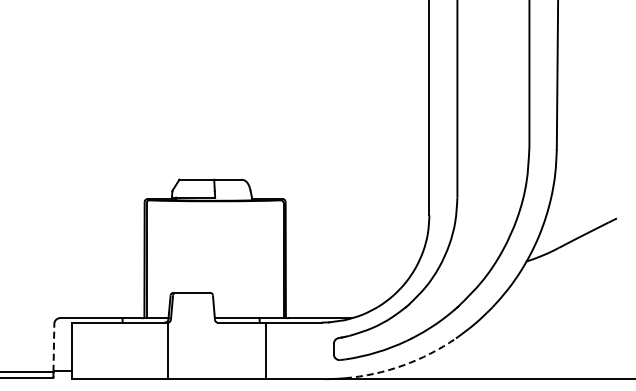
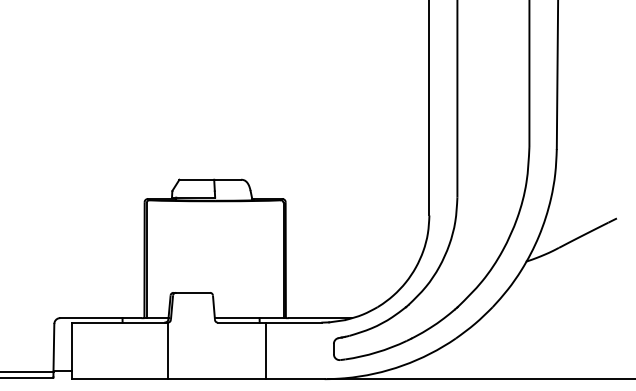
line at (53, 347): dashed -> solid
arc at (403, 365): dashed -> solid
